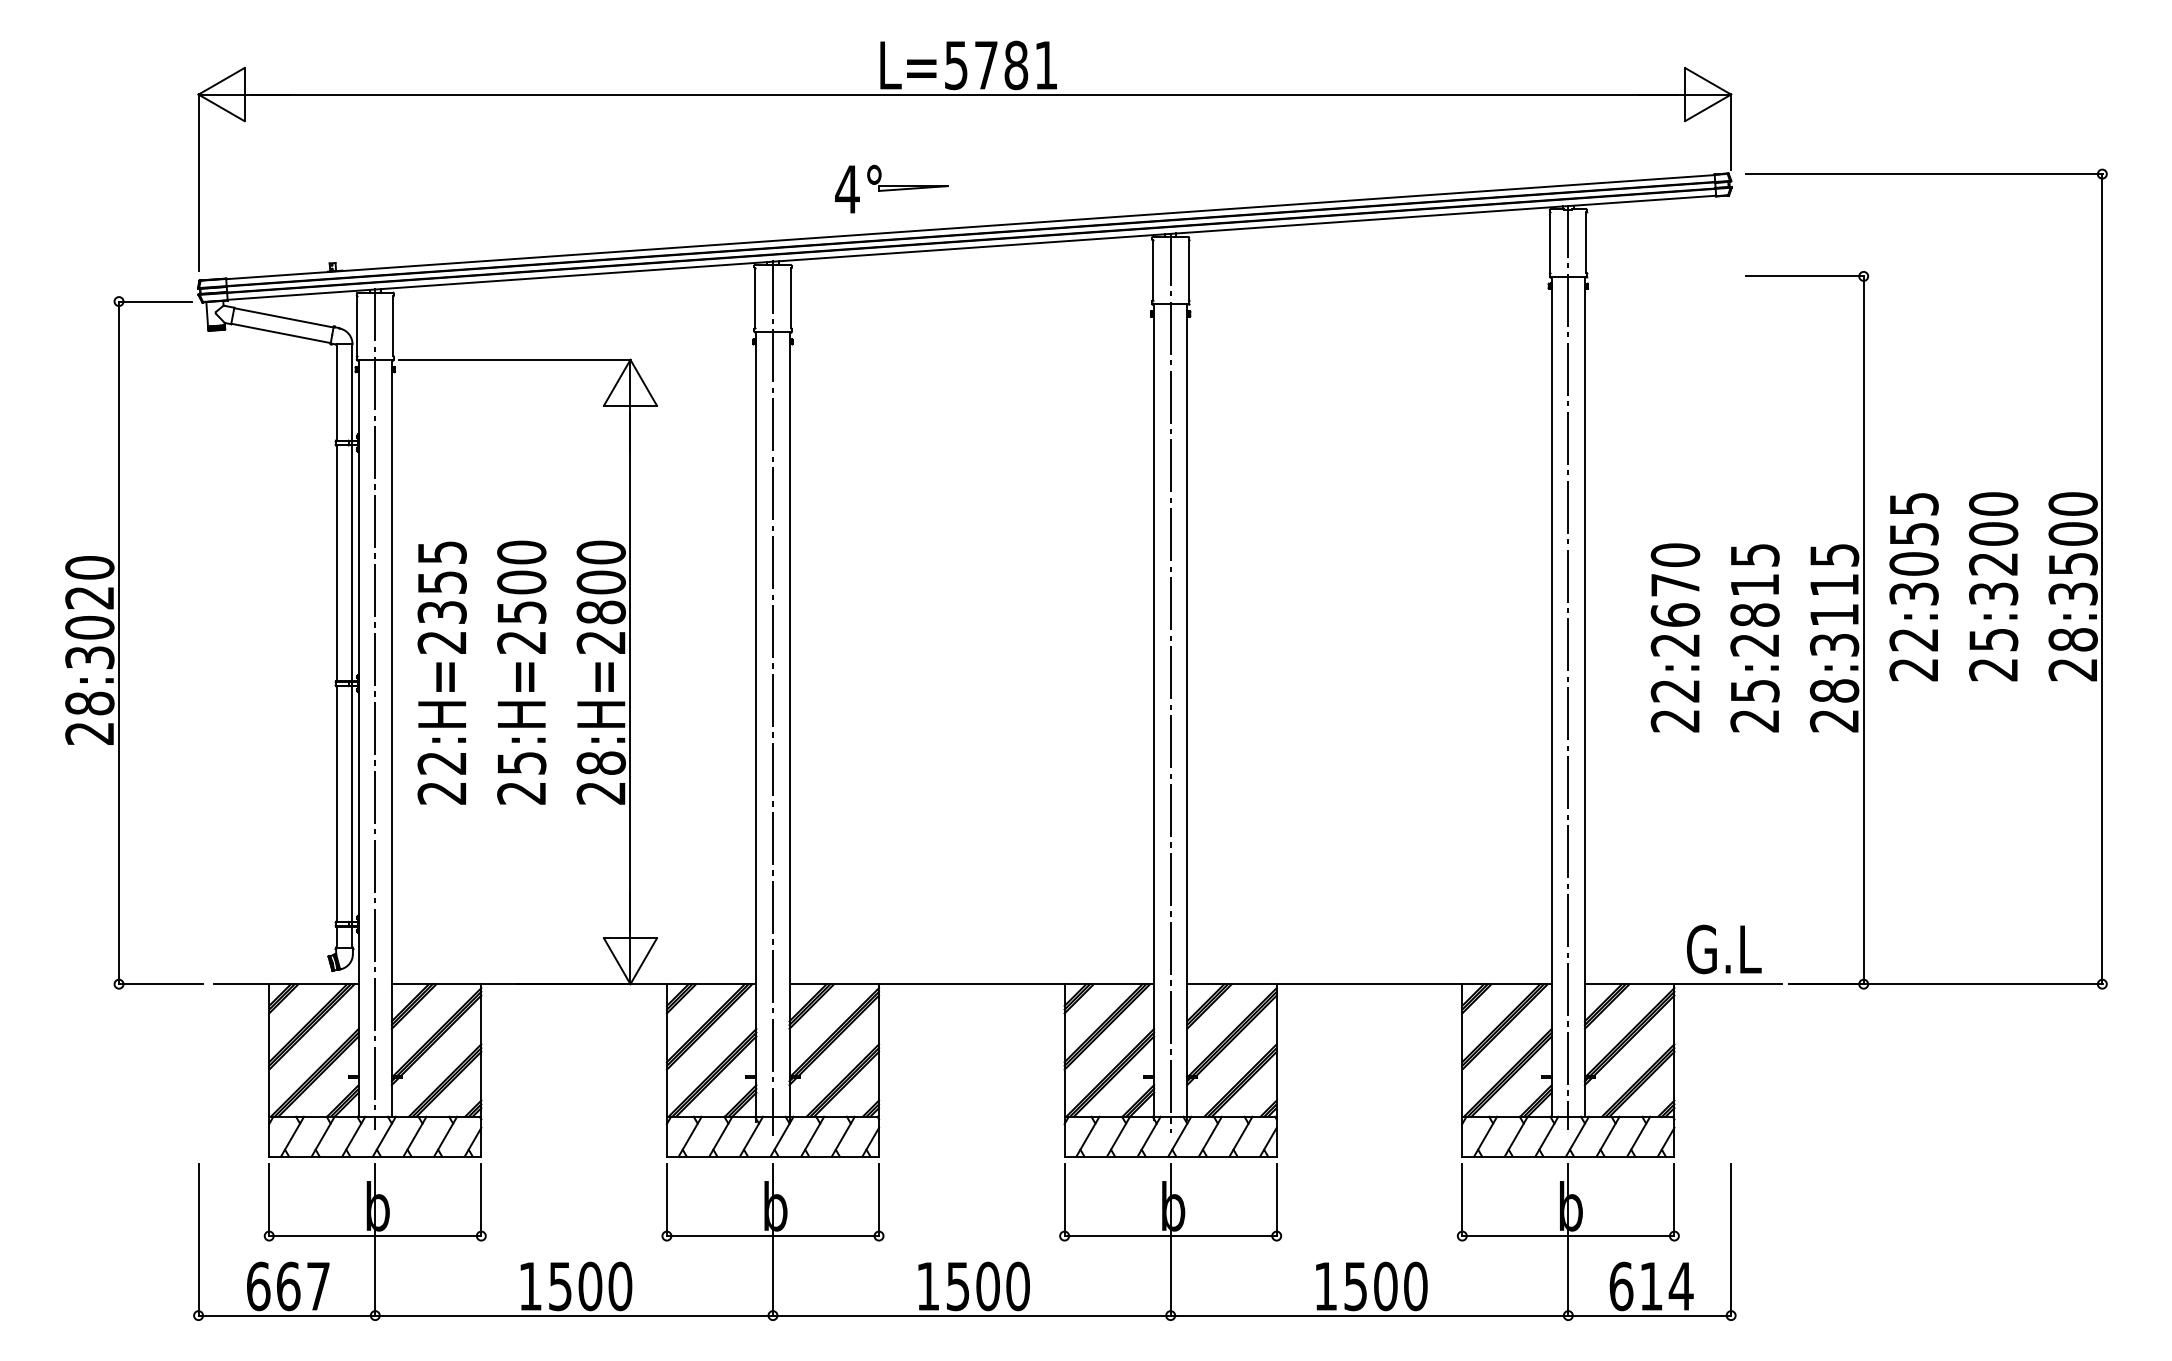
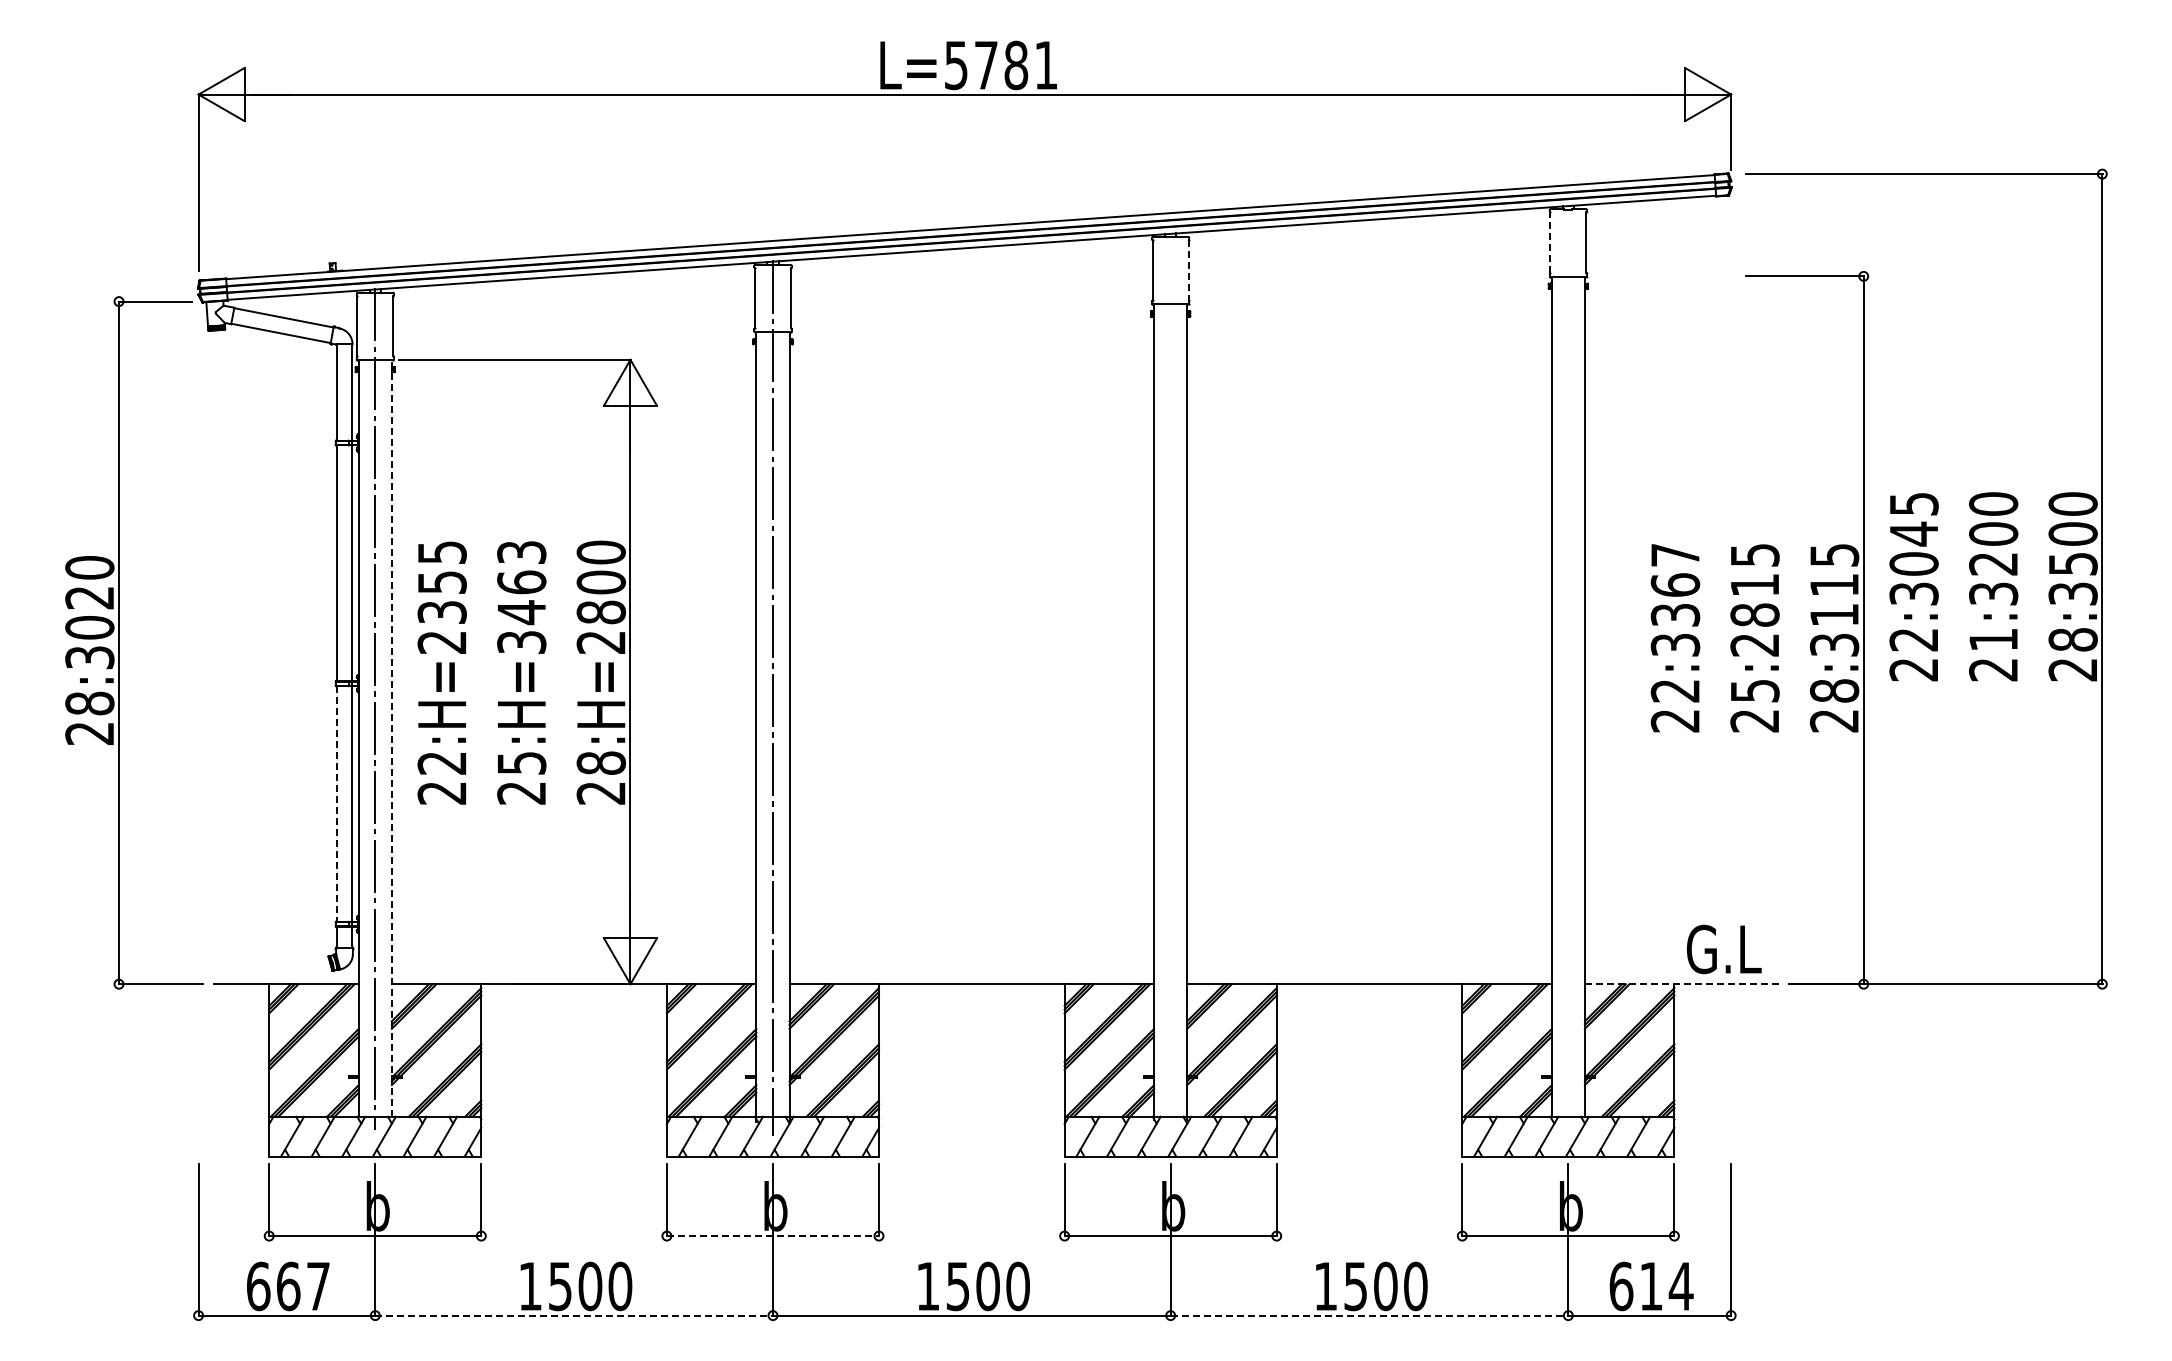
part at (891, 188): present -> none
line at (1550, 242): solid -> dashed
line at (1188, 270): solid -> dashed
text at (1914, 533): 22:3055 -> 22:3045
text at (521, 596): 25:H=2500 -> 25:H=3463
text at (1675, 599): 22:2670 -> 22:3367
text at (1993, 640): 25:3200 -> 21:3200
line at (1568, 667): present -> none
line at (1170, 682): present -> none
line at (391, 737): solid -> dashed
line at (336, 803): solid -> dashed
line at (1683, 984): solid -> dashed
line at (773, 1236): solid -> dashed
line at (574, 1315): solid -> dashed
line at (1369, 1315): solid -> dashed
